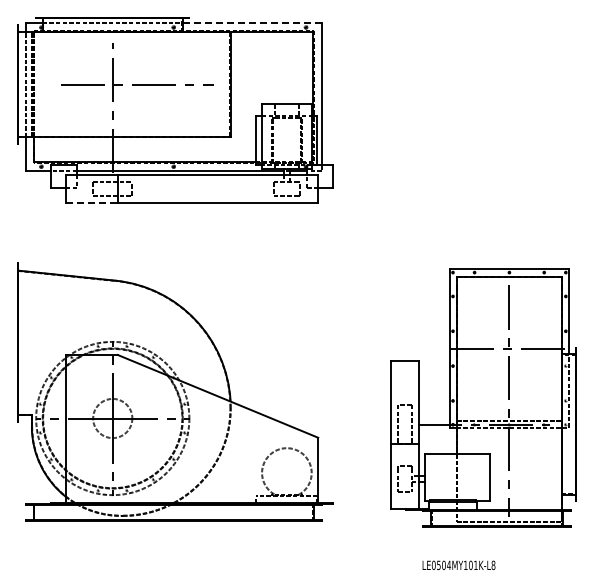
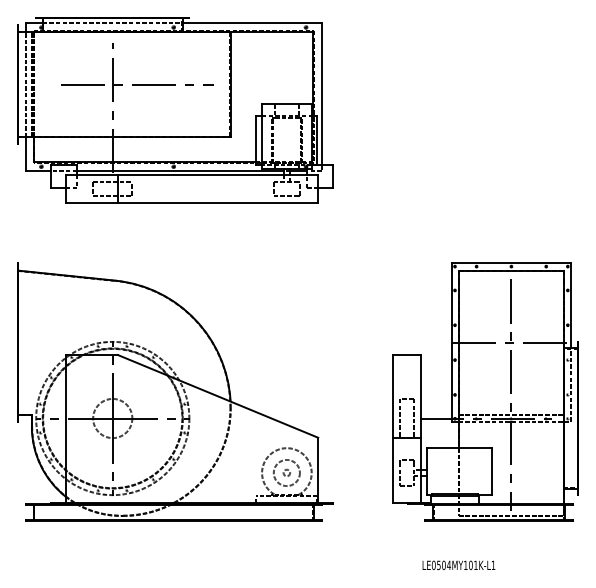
line at (252, 23): dashed -> solid
line at (92, 202): dashed -> solid
part at (483, 397) position: (483, 397) -> (485, 391)
part at (286, 472): none -> present
text at (493, 565): LE0504MY101K-L8 -> LE0504MY101K-L1
